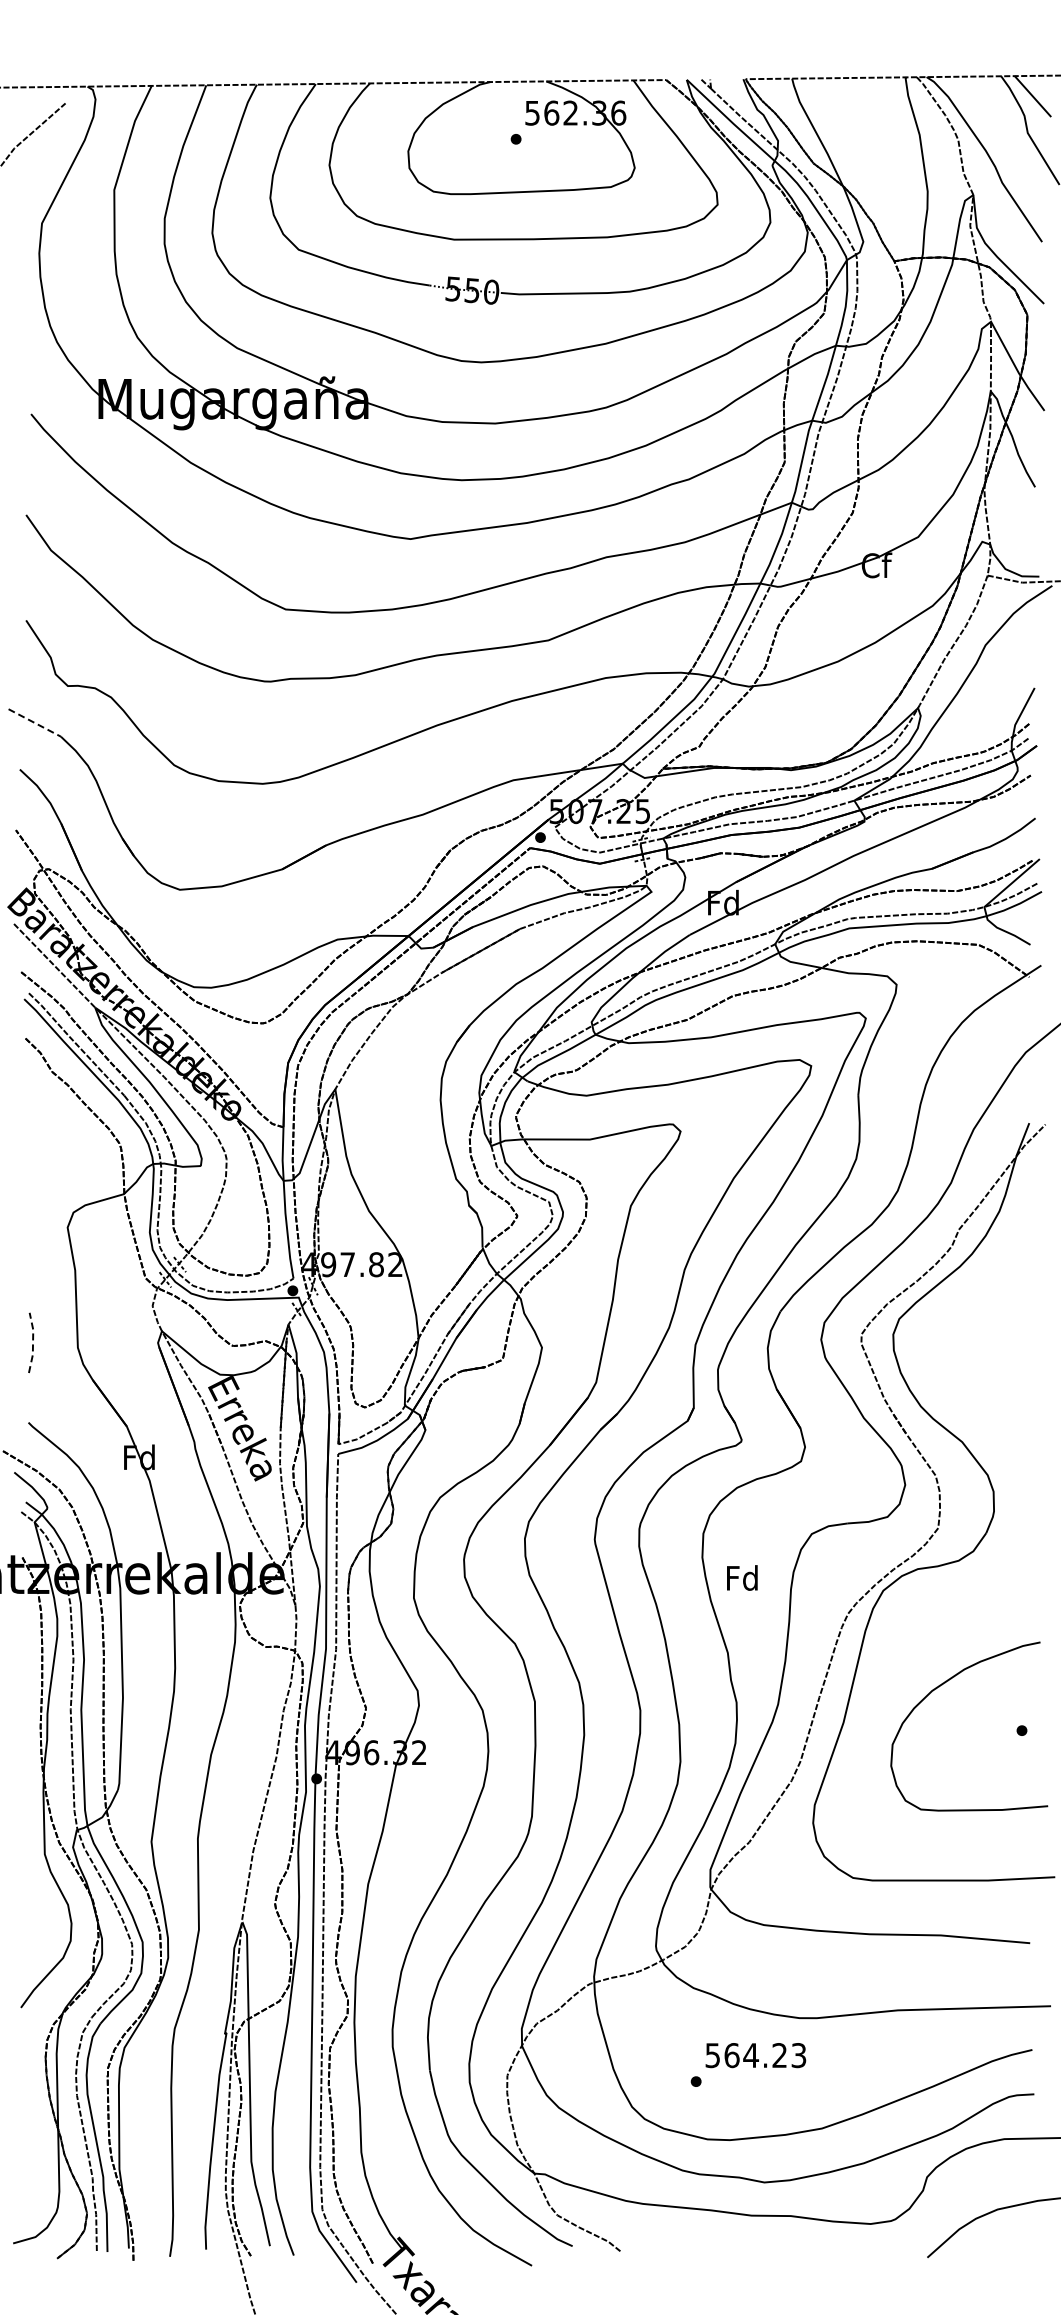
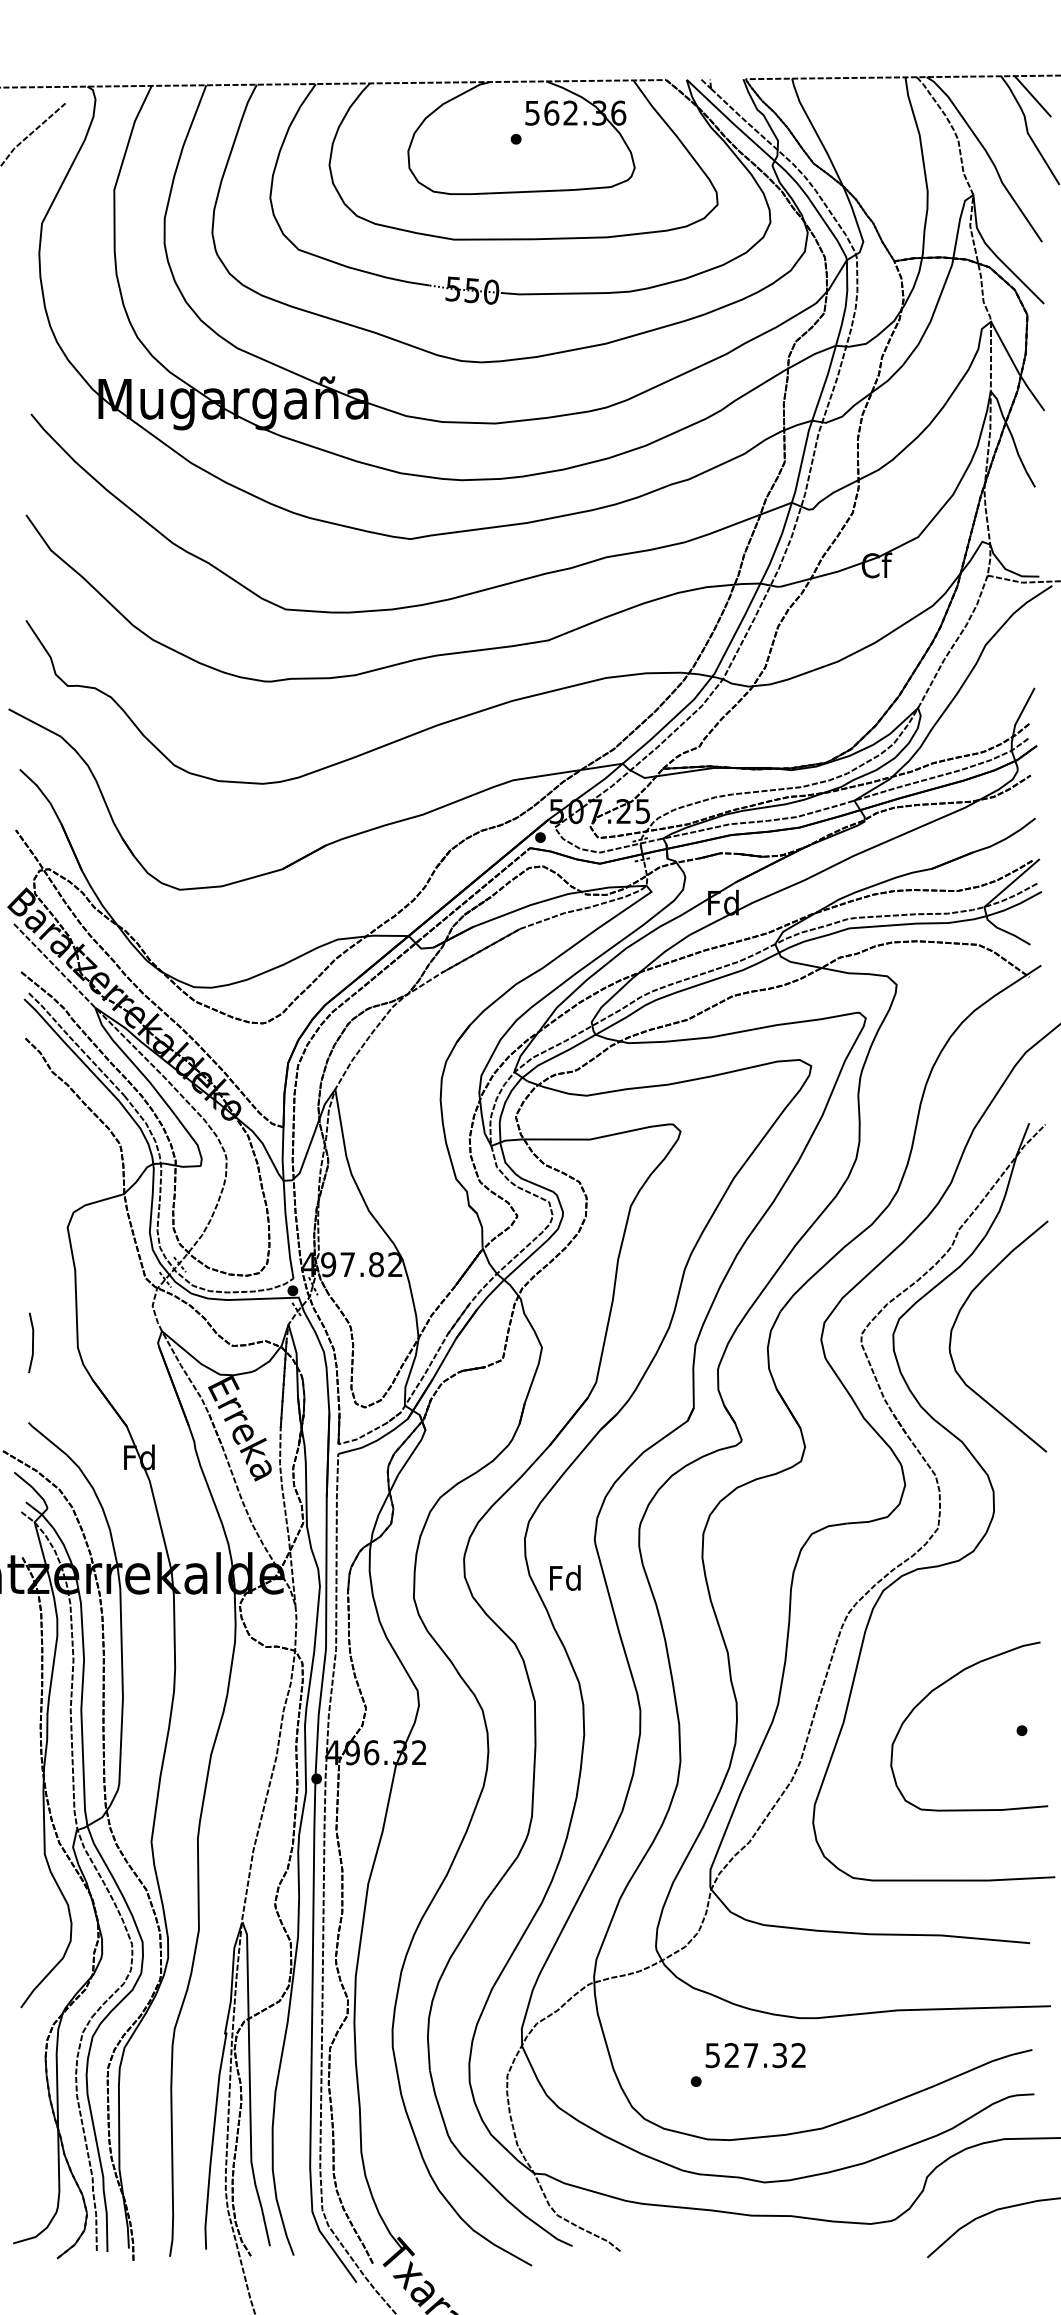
line at (34, 722): dashed -> solid
curve at (957, 1319): none -> present
line at (33, 1342): dashed -> solid
text at (742, 1577) position: (742, 1577) -> (565, 1577)
text at (765, 2055): 564.23 -> 527.32
